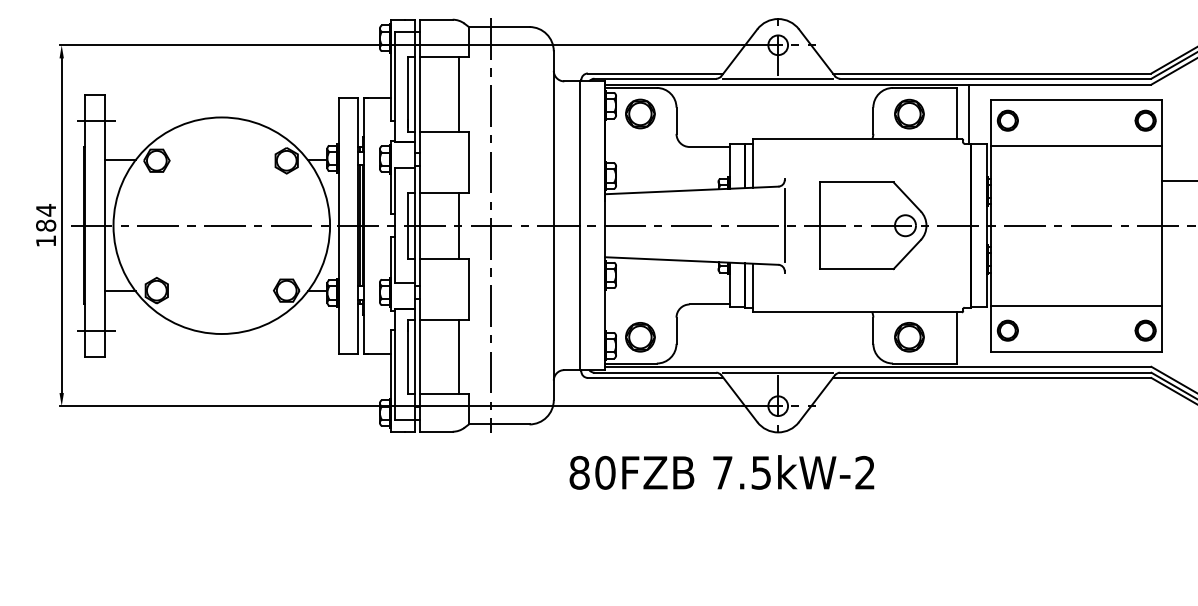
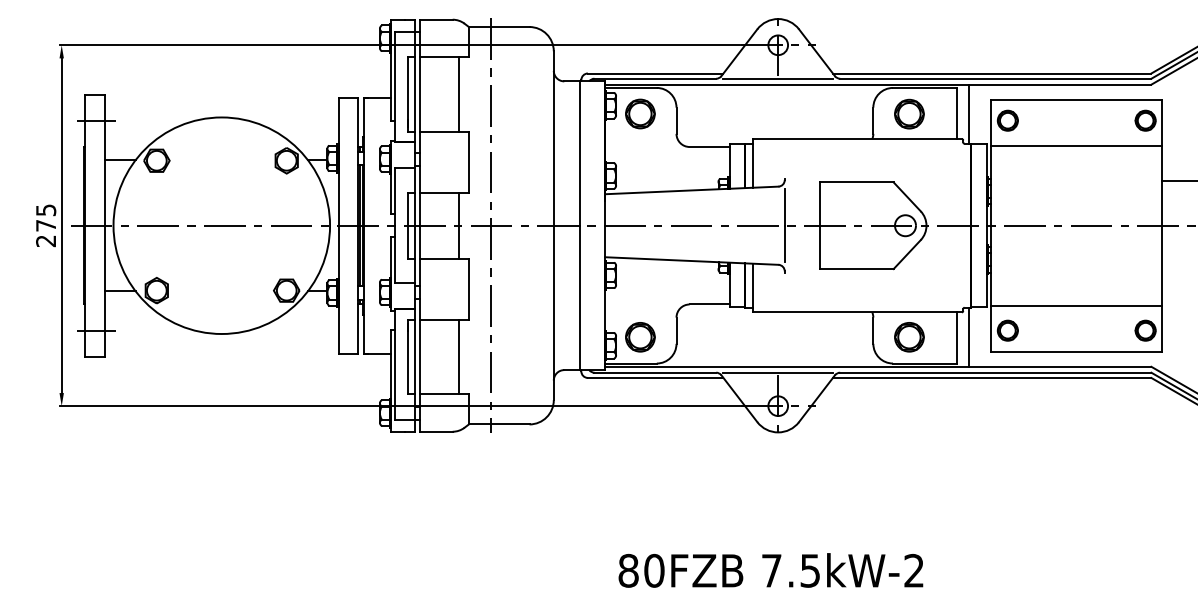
text at (46, 225): 184 -> 275
line at (968, 336): none -> present
text at (721, 472) position: (721, 472) -> (770, 570)
